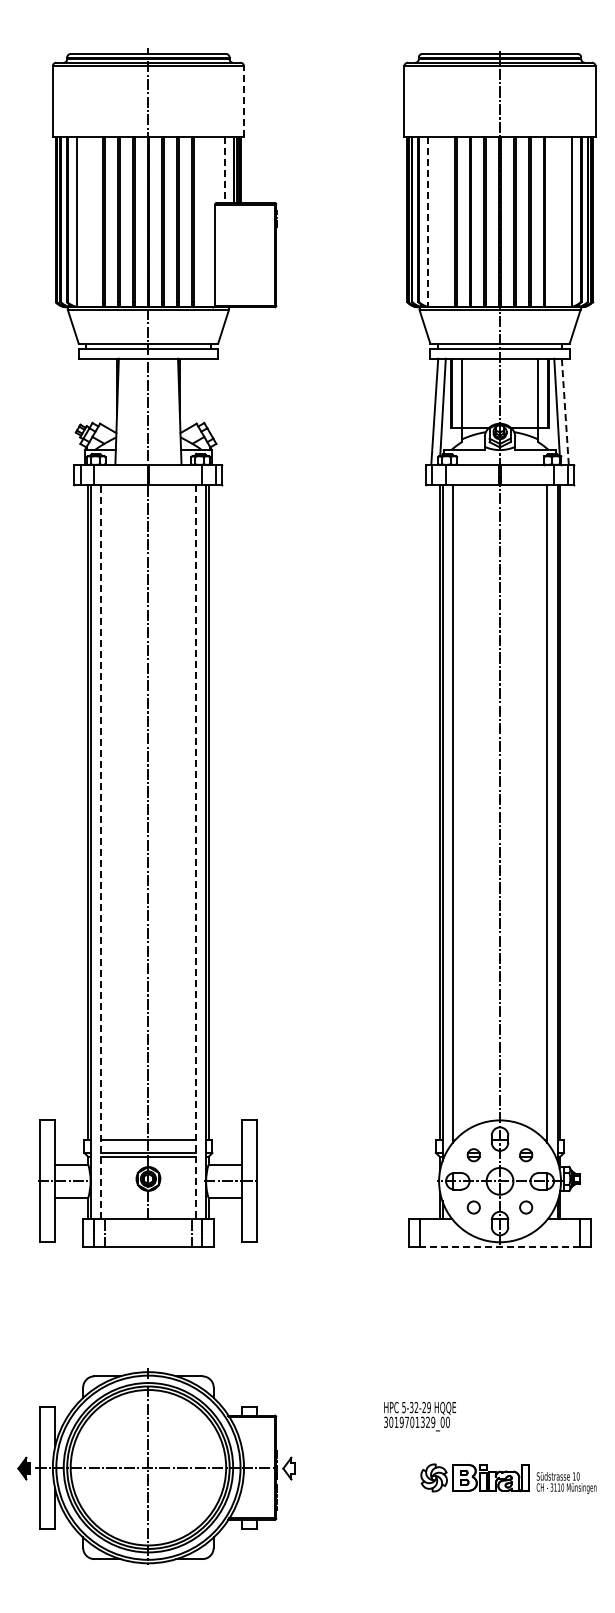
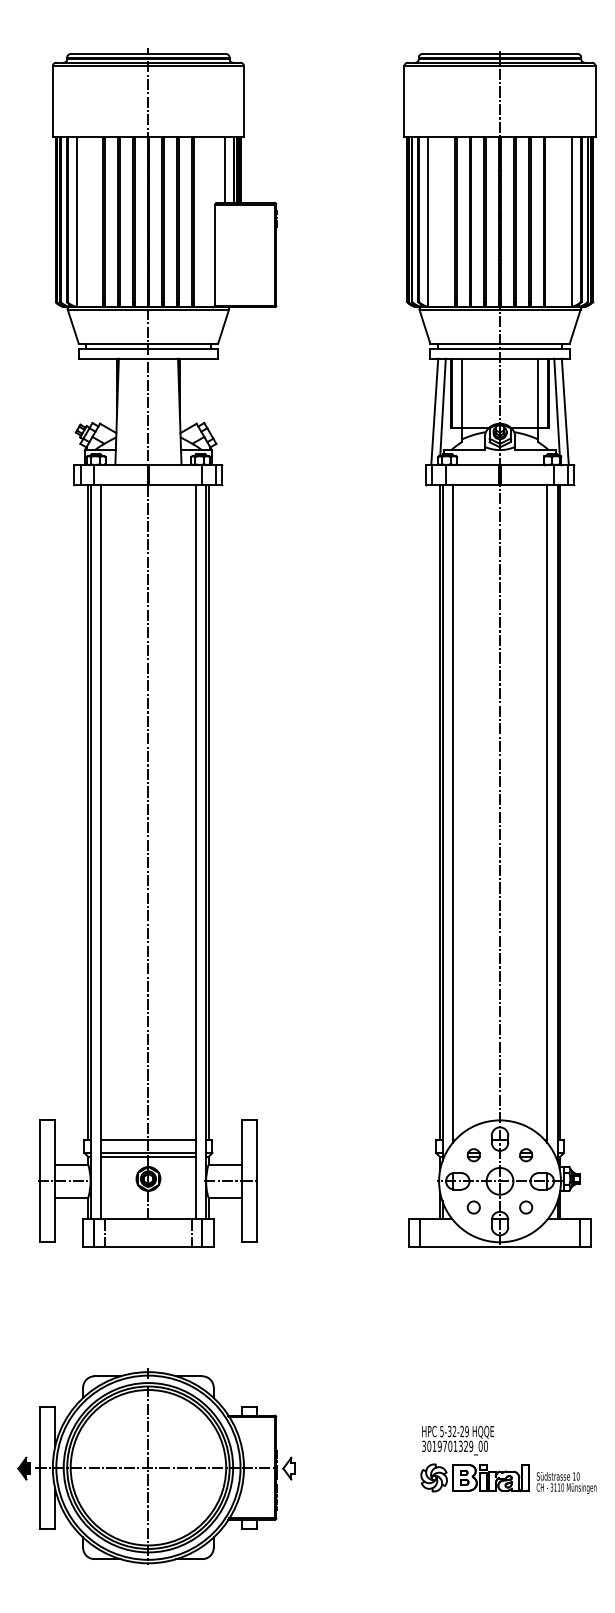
line at (243, 100): dashed -> solid
line at (224, 170): dashed -> solid
line at (428, 222): dashed -> solid
line at (565, 411): dashed -> solid
line at (101, 851): dashed -> solid
line at (195, 852): dashed -> solid
line at (499, 1246): dashed -> solid
text at (420, 1416) position: (420, 1416) -> (458, 1440)
